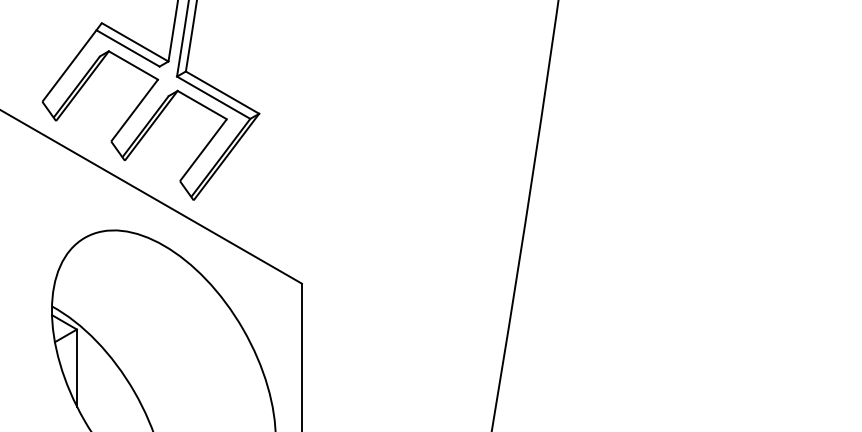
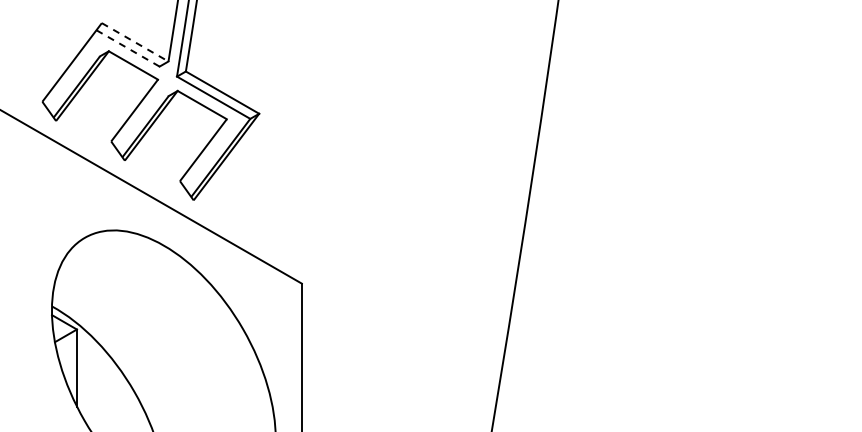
line at (135, 42): solid -> dashed
line at (128, 48): solid -> dashed
